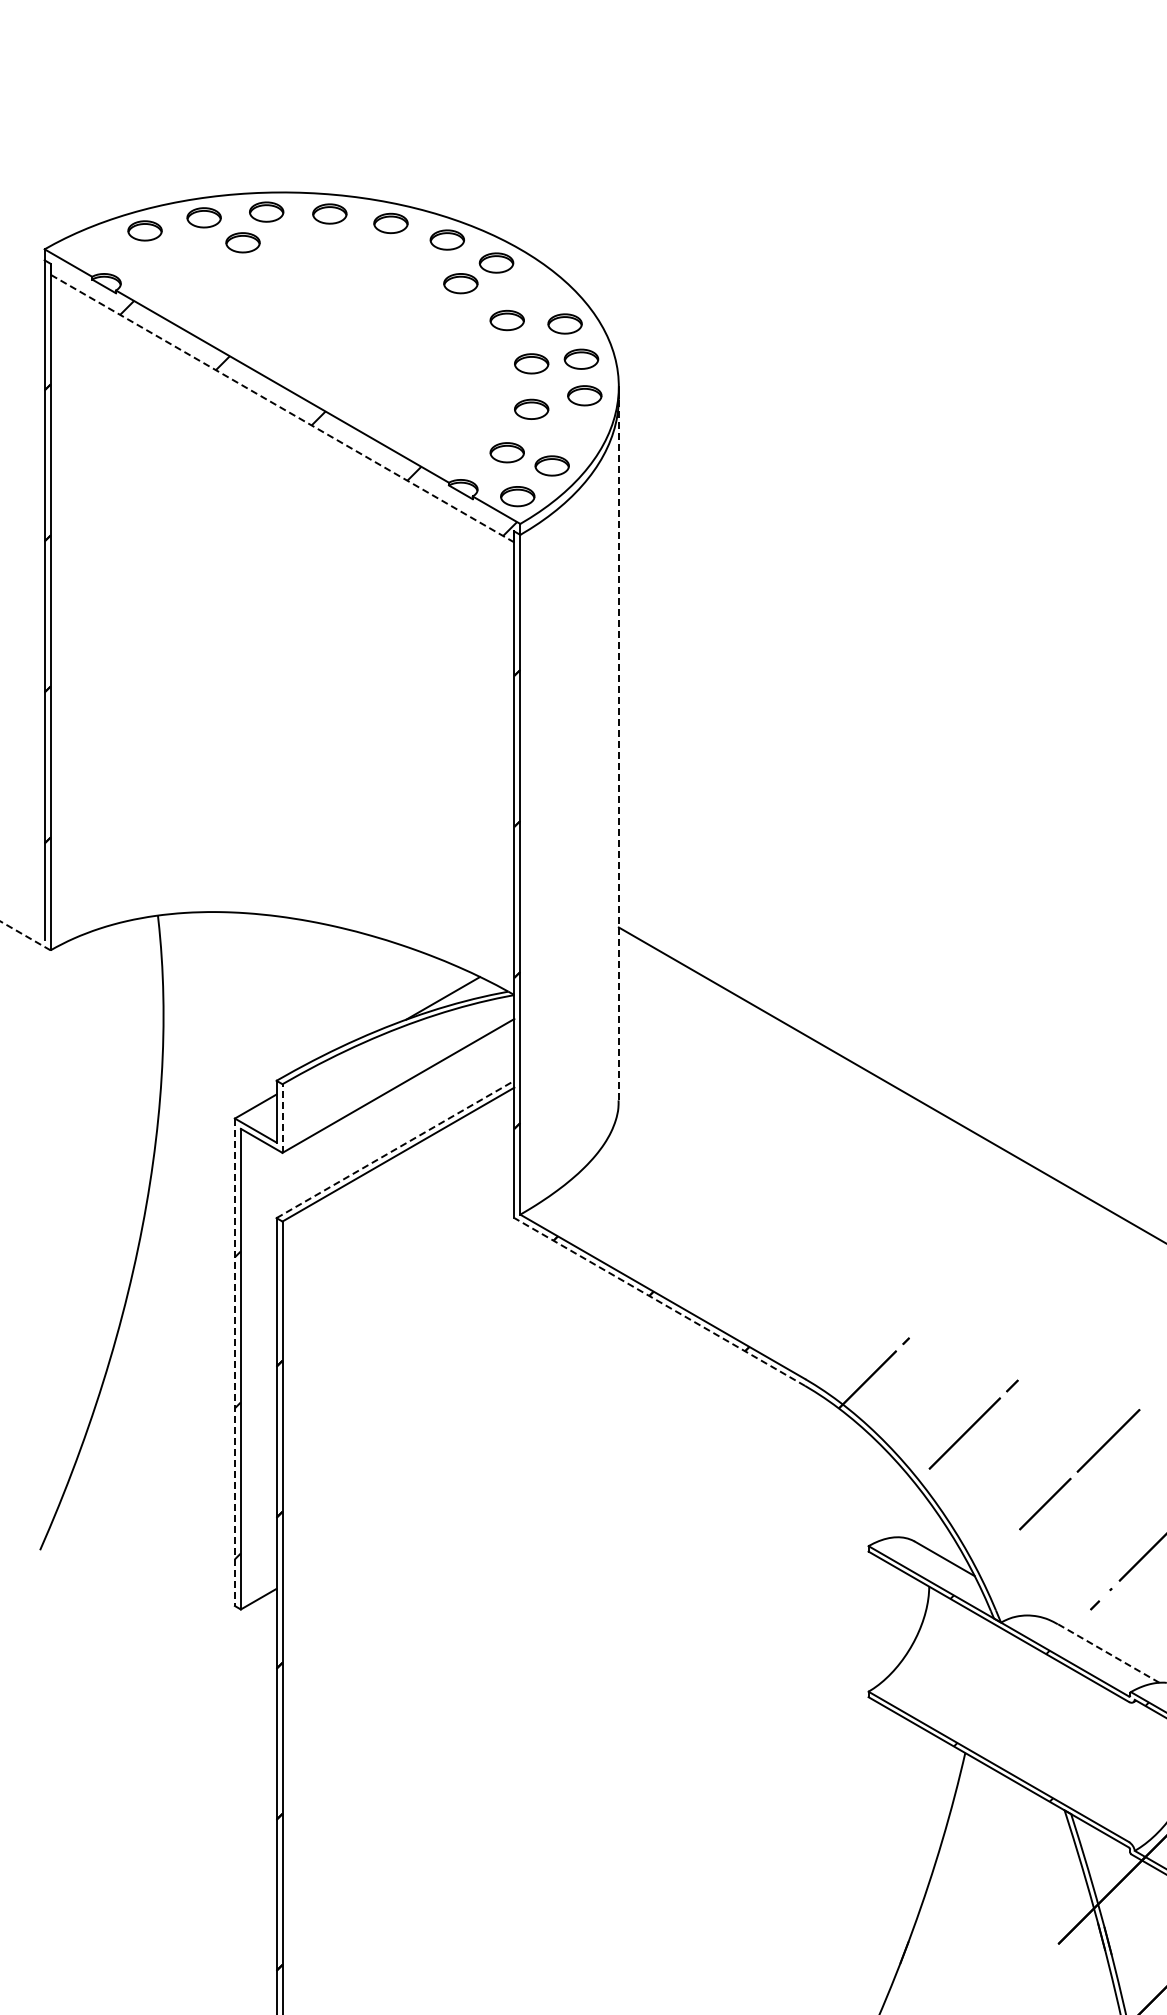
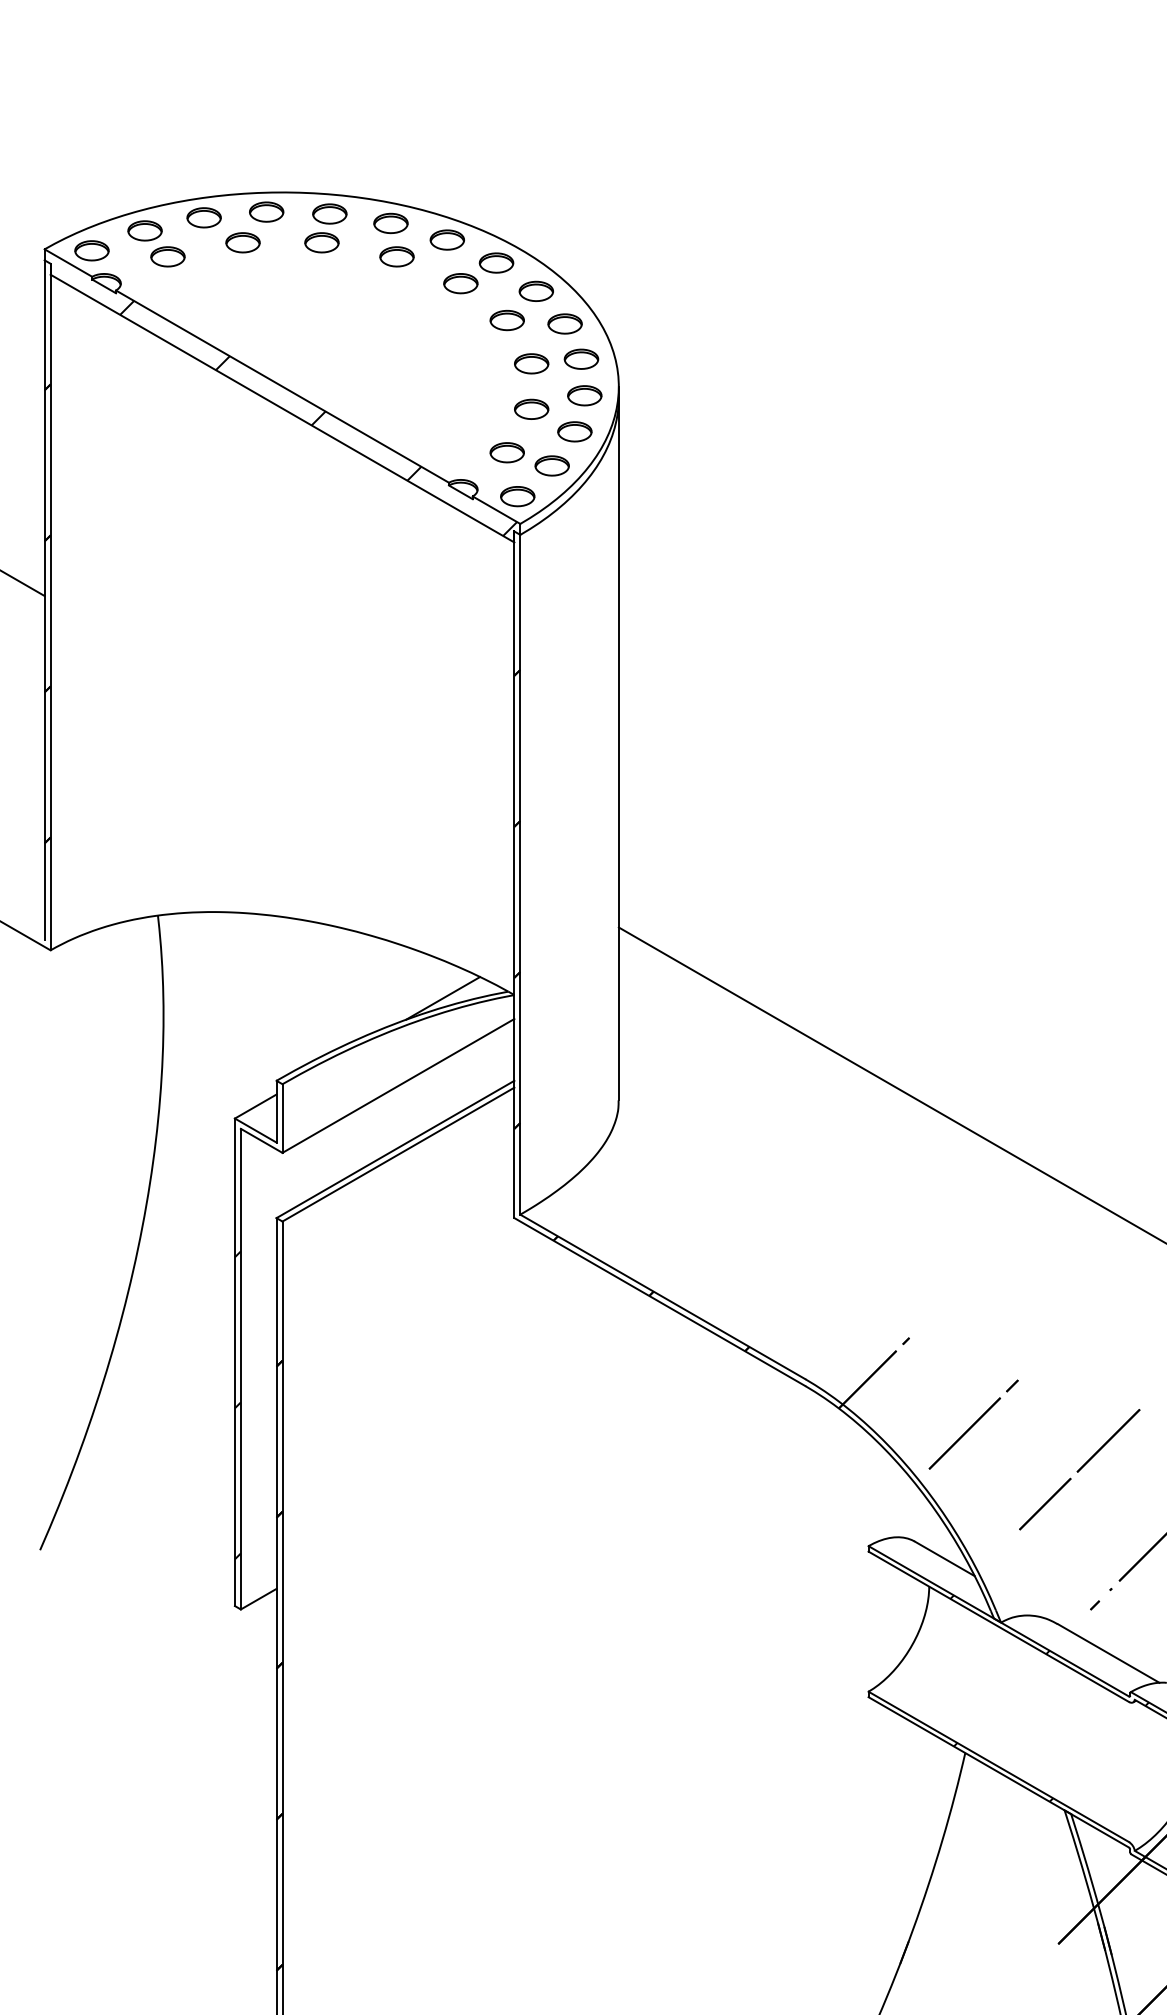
part at (321, 242): none -> present
part at (91, 250): none -> present
part at (167, 256): none -> present
part at (396, 256): none -> present
part at (535, 290): none -> present
line at (282, 408): dashed -> solid
part at (574, 431): none -> present
line at (23, 583): none -> present
line at (618, 748): dashed -> solid
line at (25, 935): dashed -> solid
line at (282, 1118): dashed -> solid
line at (395, 1149): dashed -> solid
line at (659, 1302): dashed -> solid
line at (234, 1362): dashed -> solid
line at (1108, 1653): dashed -> solid
